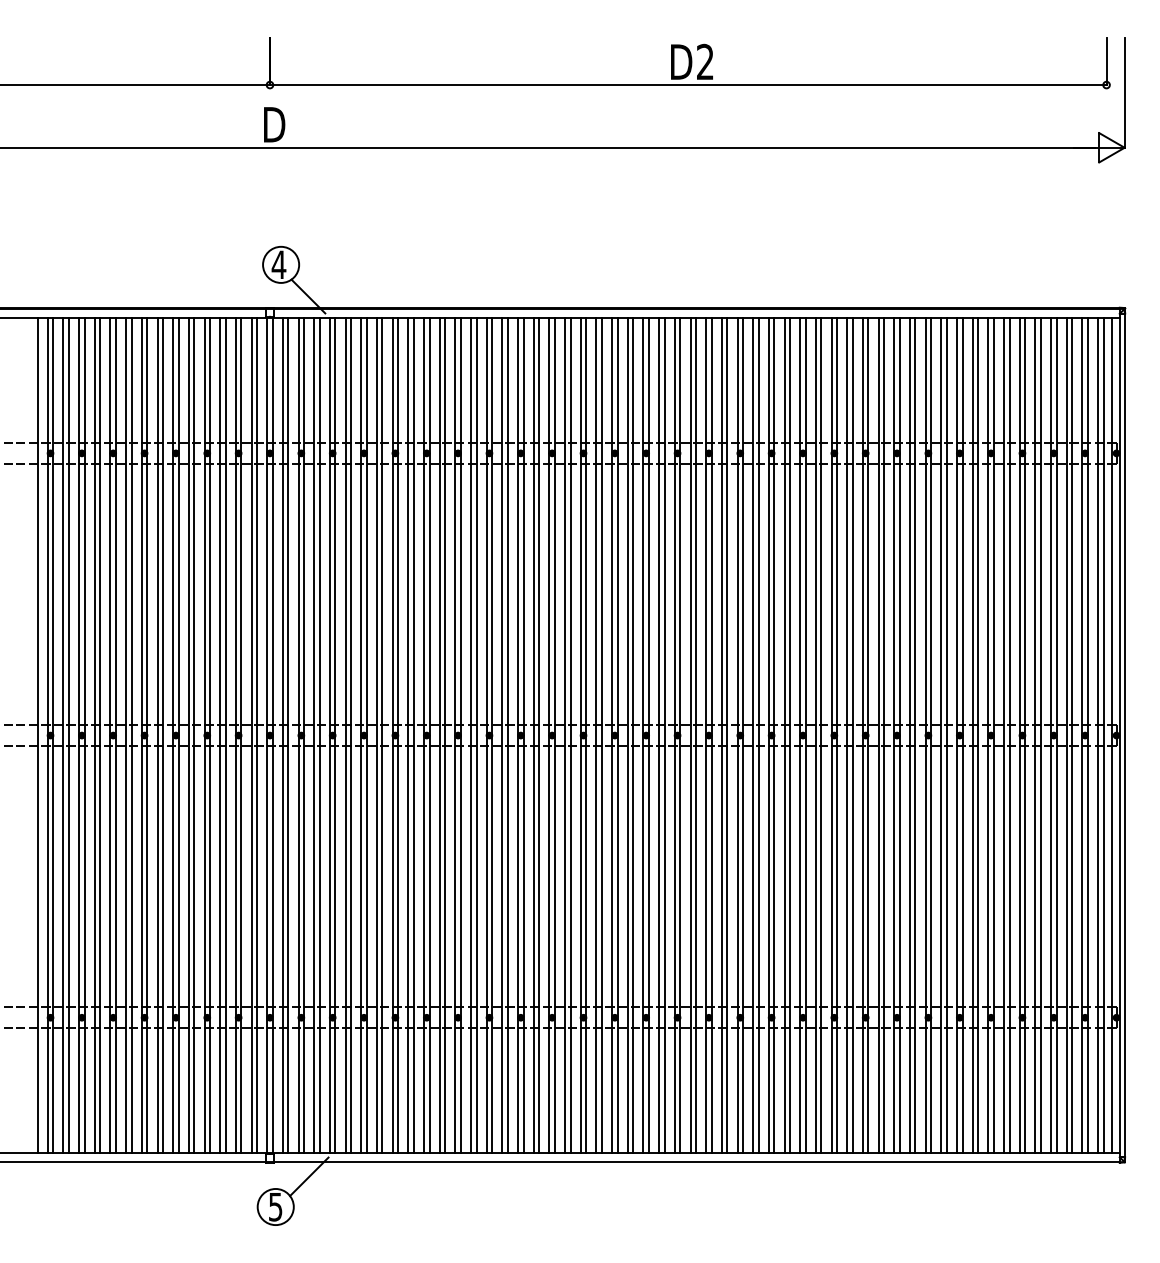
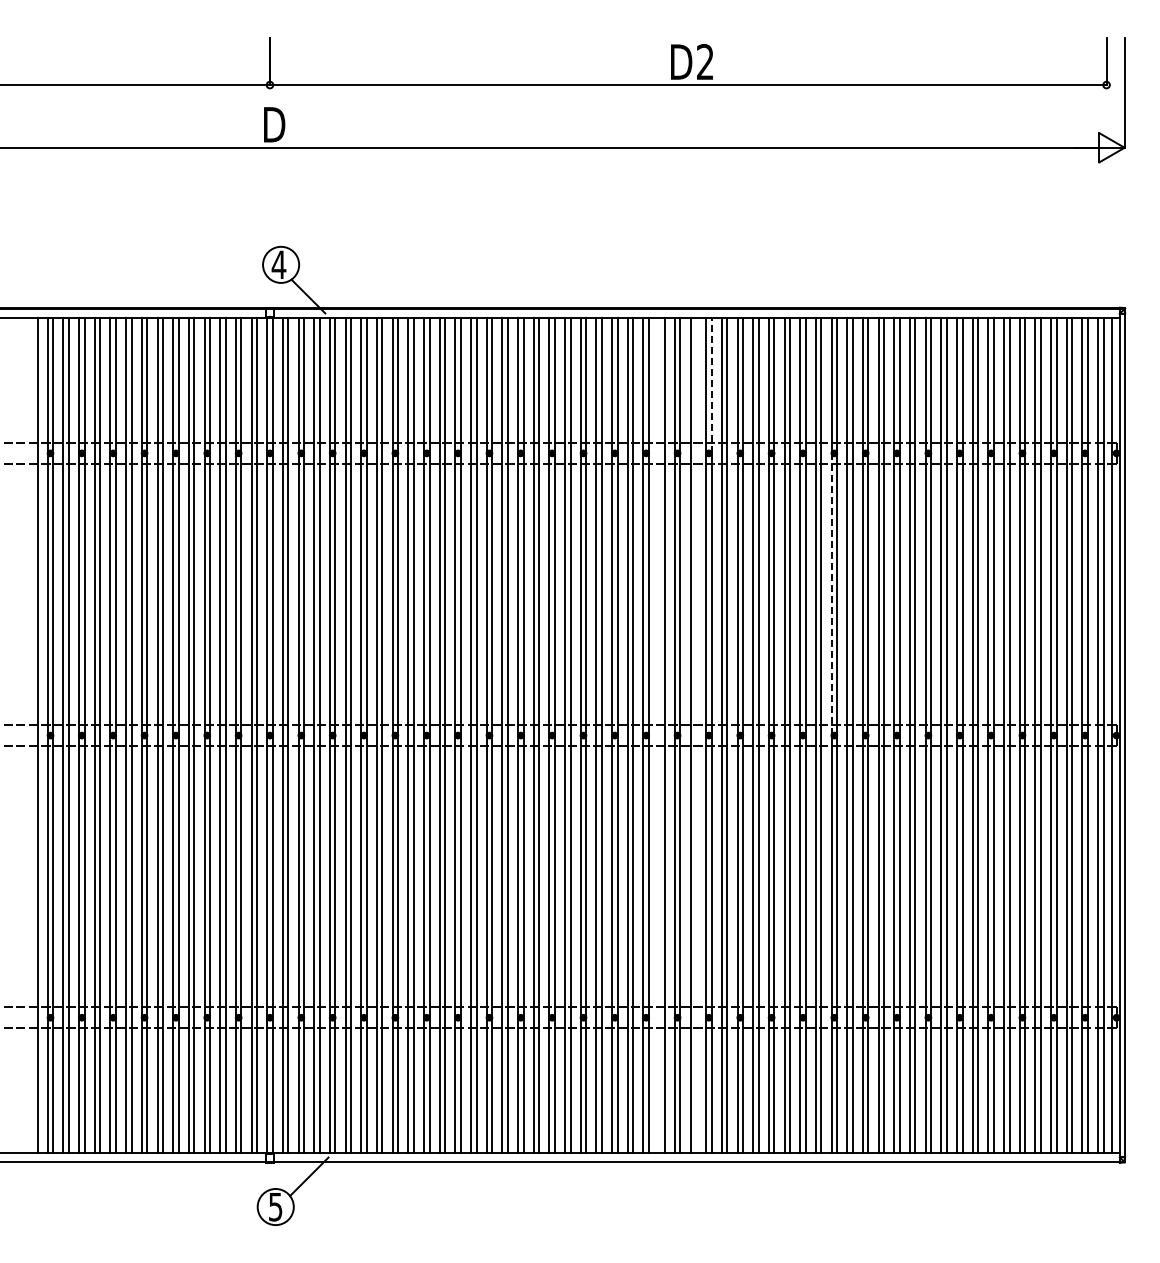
line at (711, 384): solid -> dashed
line at (831, 593): solid -> dashed
line at (659, 735): present -> none
line at (696, 735): present -> none
